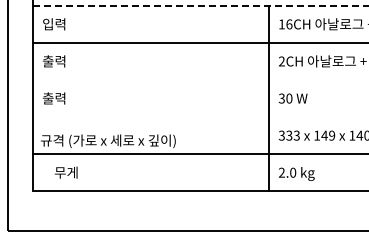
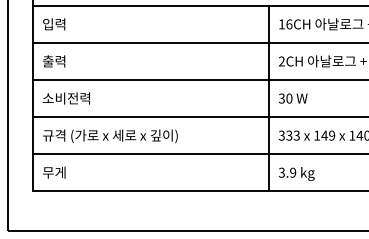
line at (200, 5): dashed -> solid
line at (198, 80): none -> present
text at (65, 98): 출력 -> 소비전력
line at (198, 117): none -> present
text at (108, 140) position: (108, 140) -> (110, 135)
text at (66, 172) position: (66, 172) -> (54, 172)
text at (287, 172): 2.0 -> 3.9
